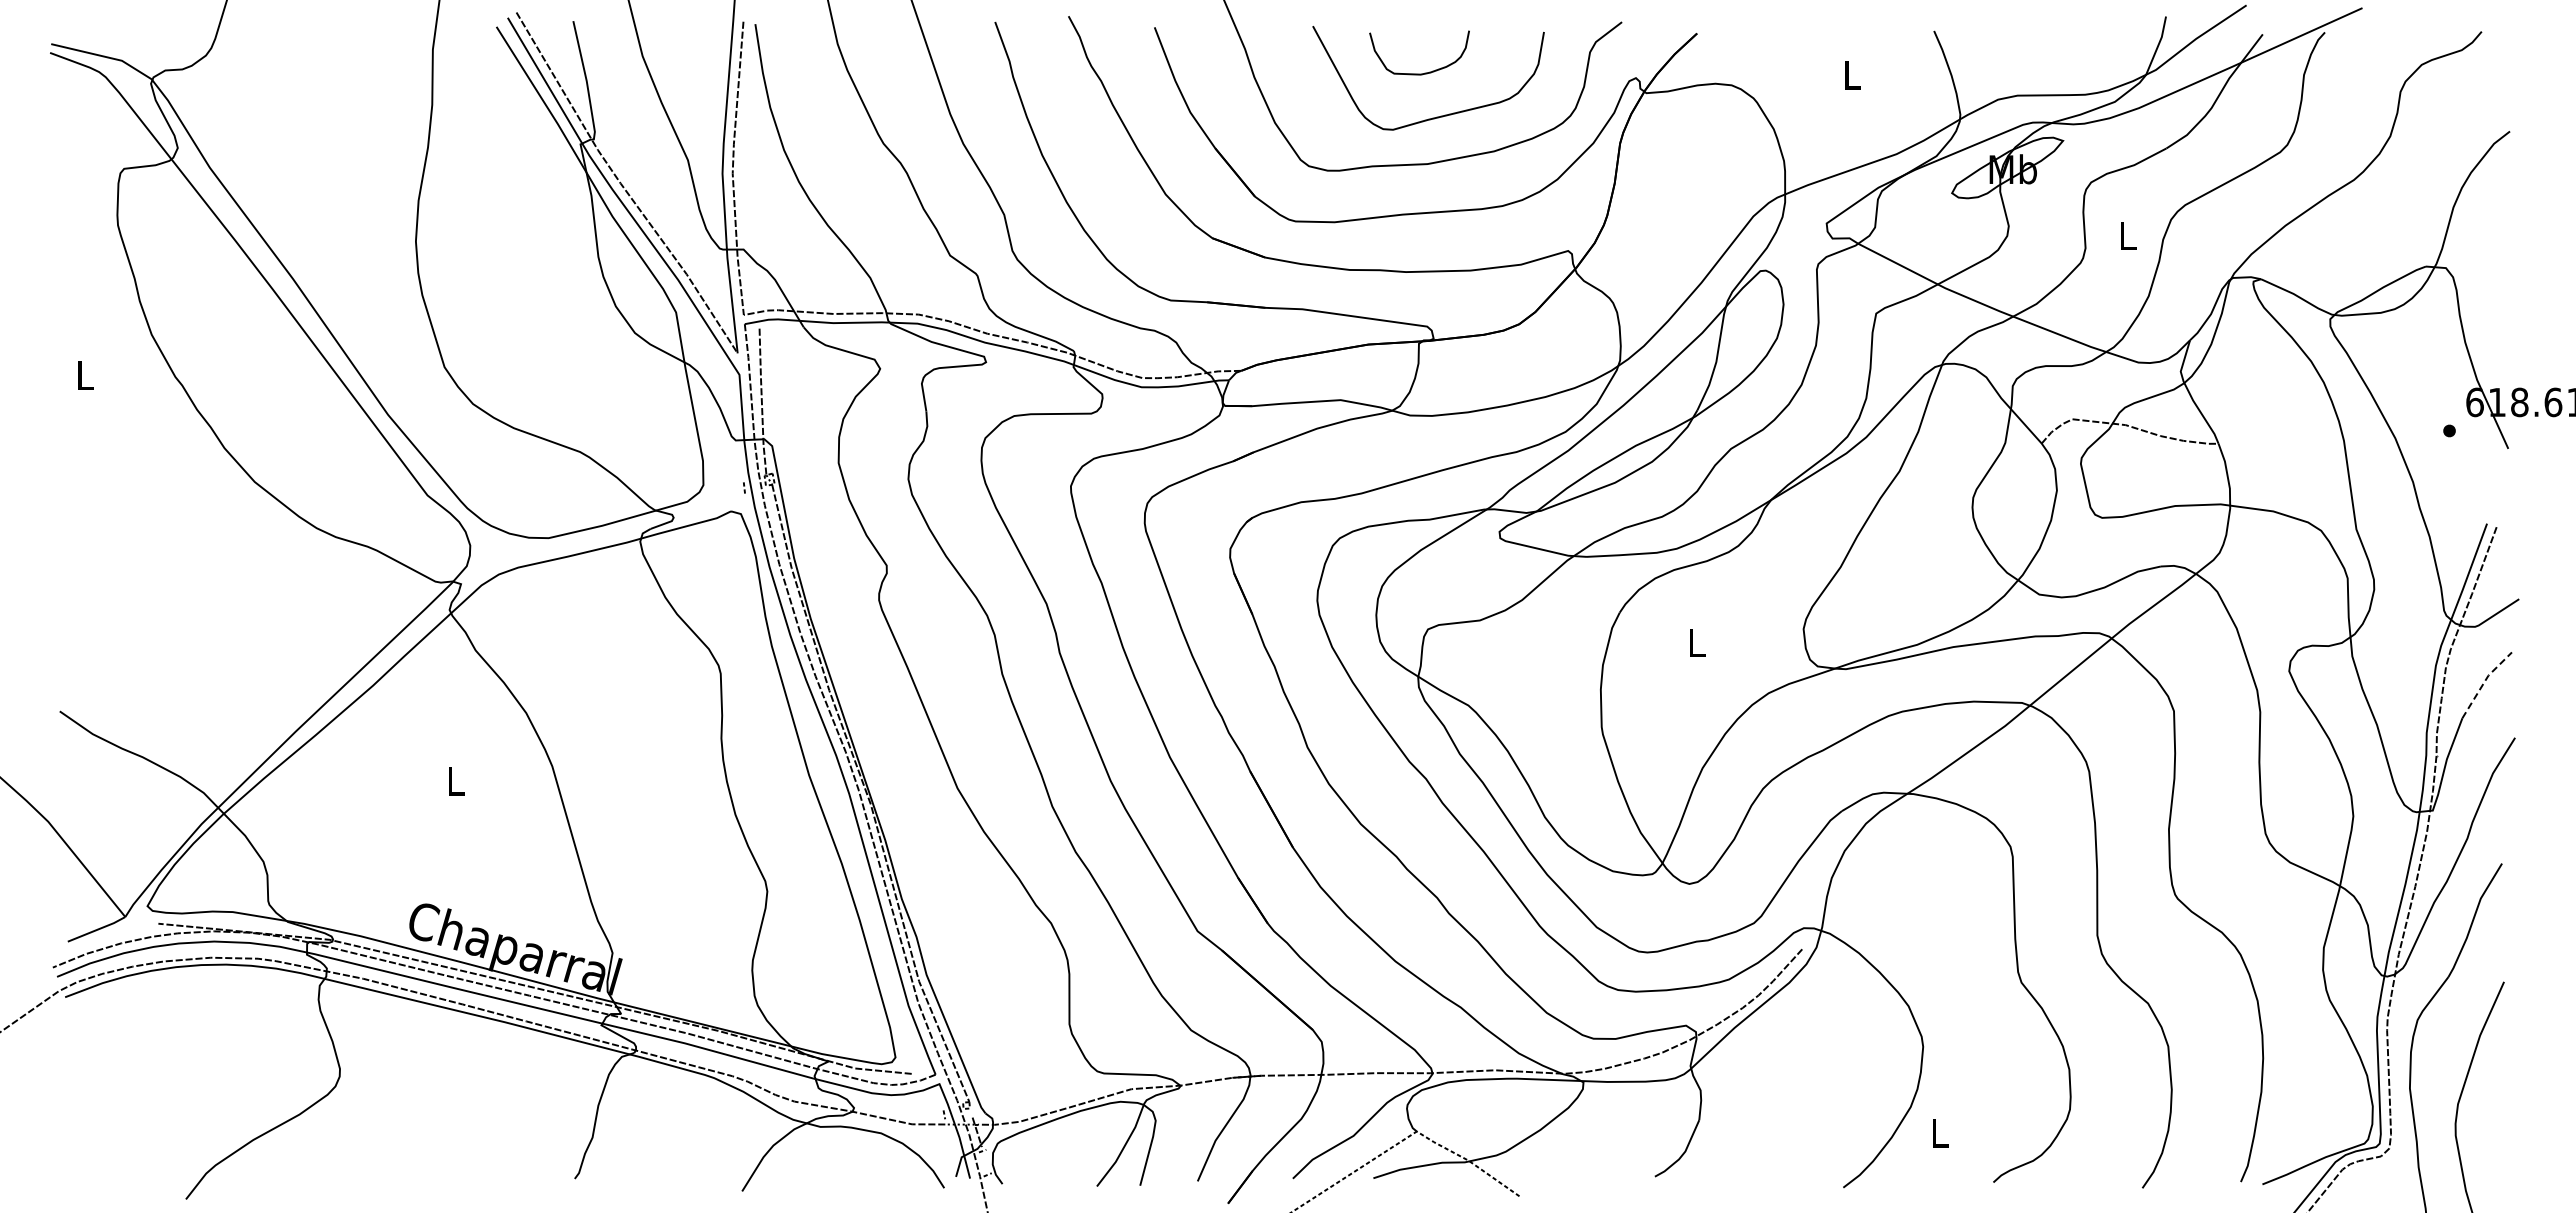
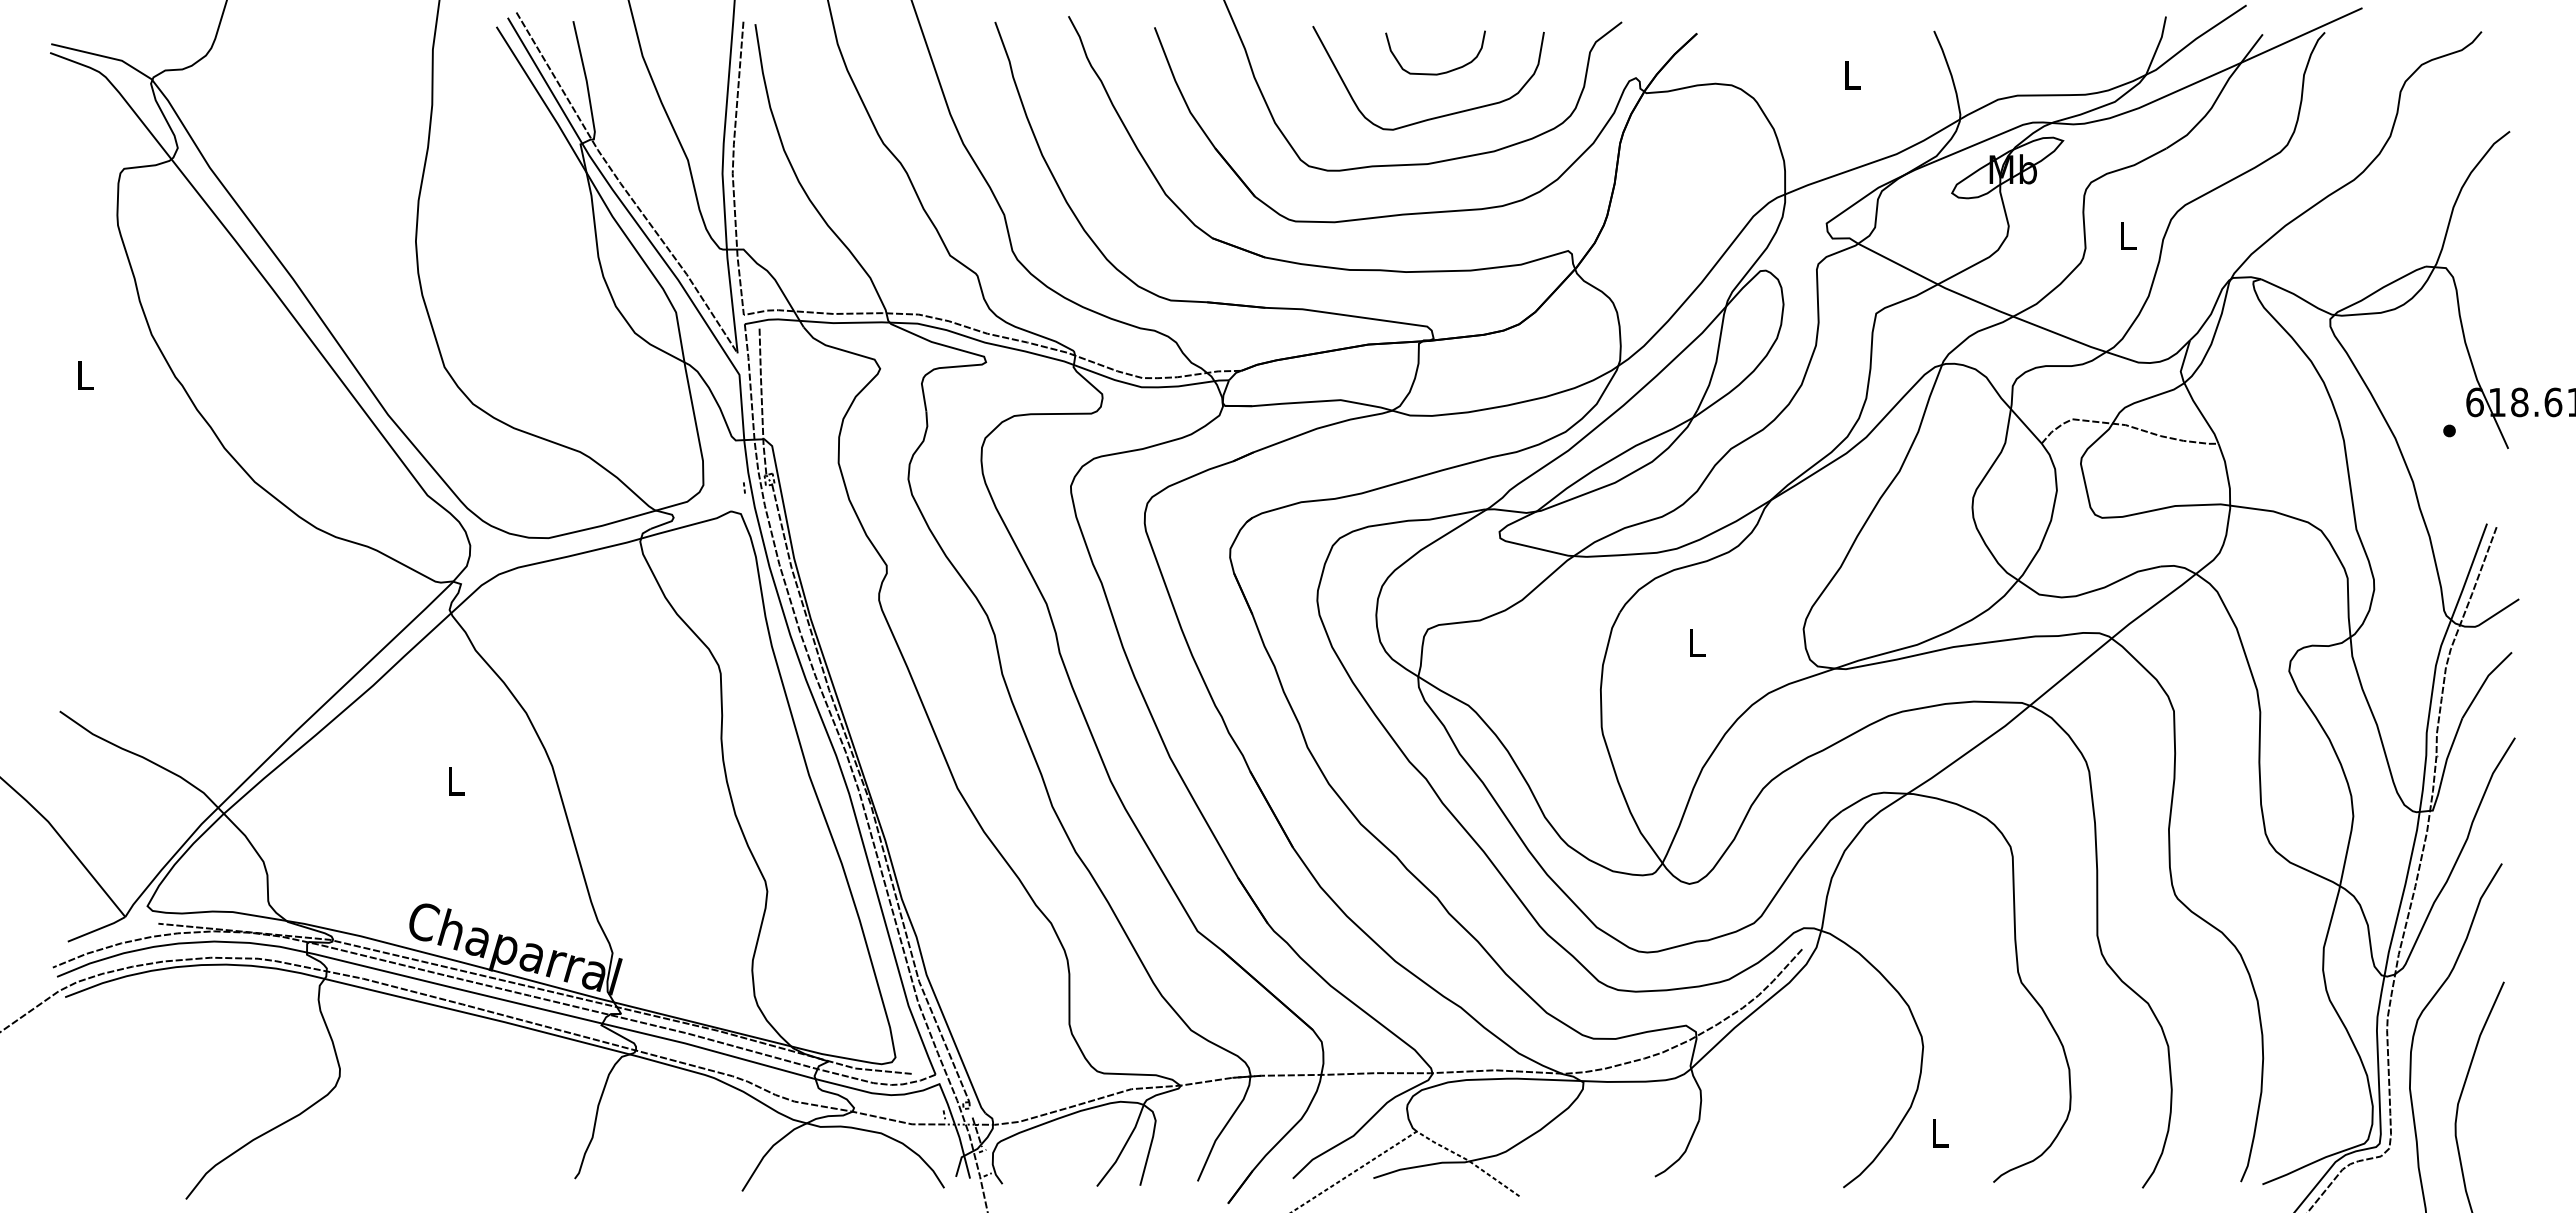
curve at (1424, 72) position: (1424, 72) -> (1440, 72)
line at (2484, 682): dashed -> solid
